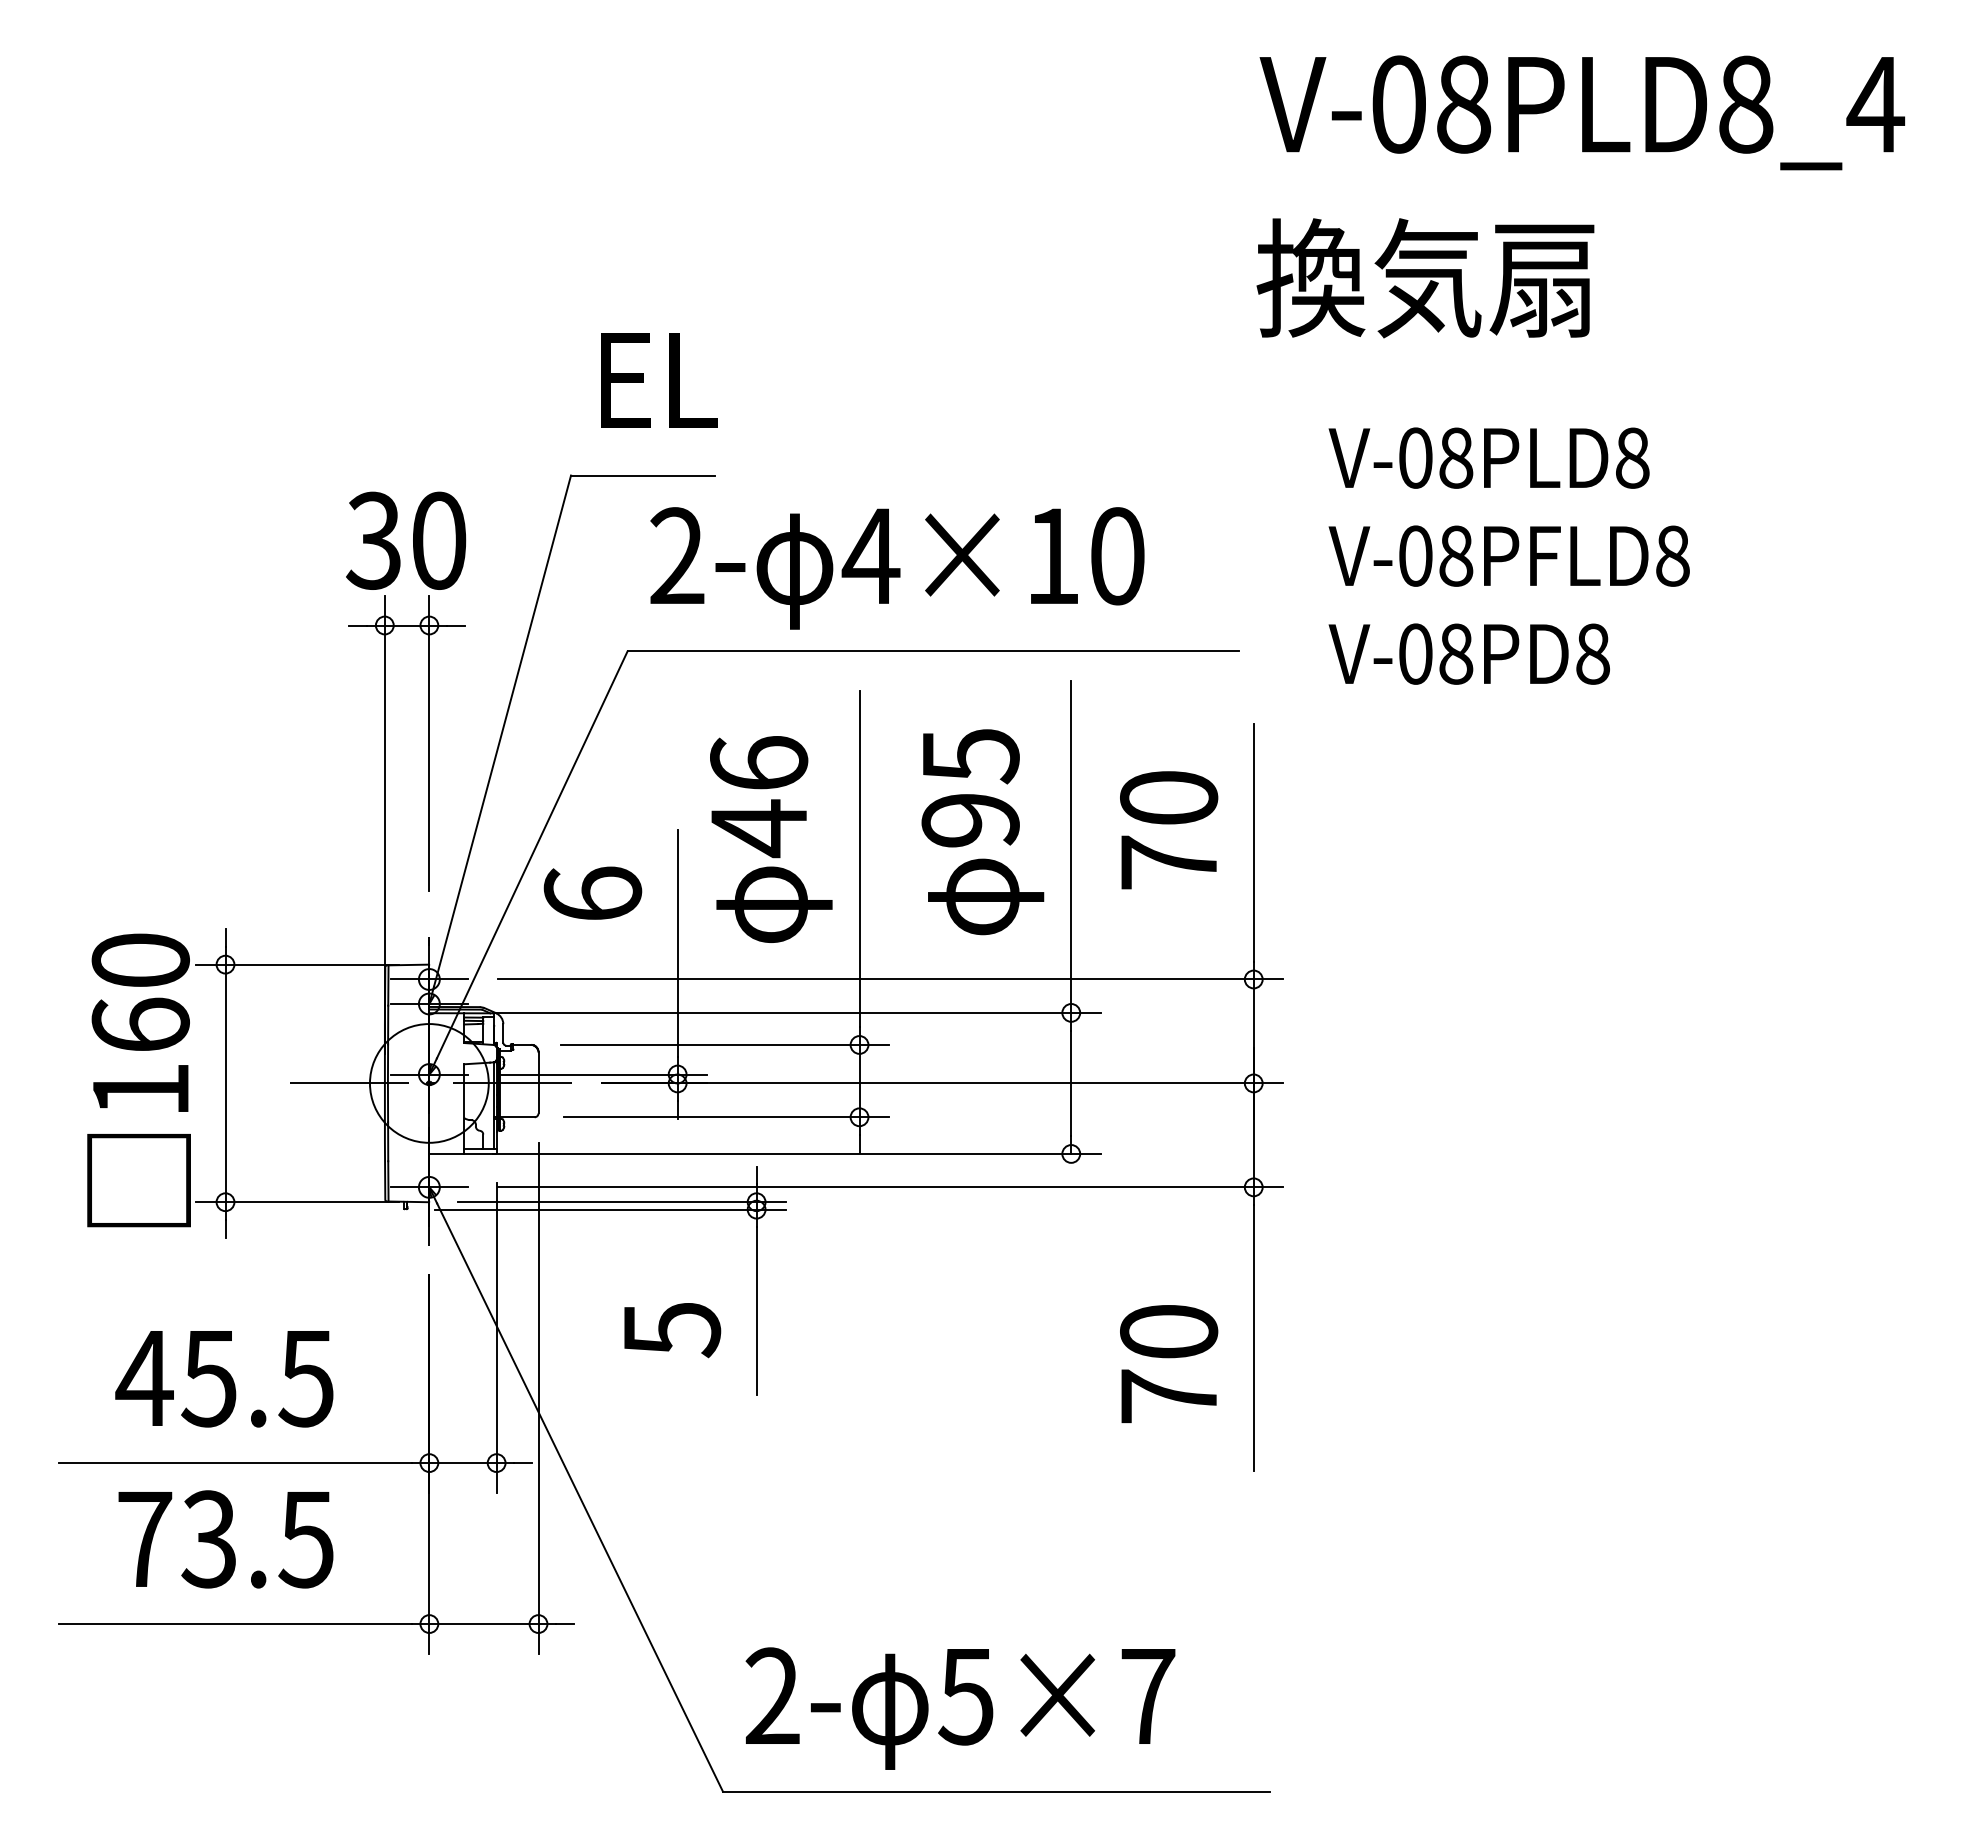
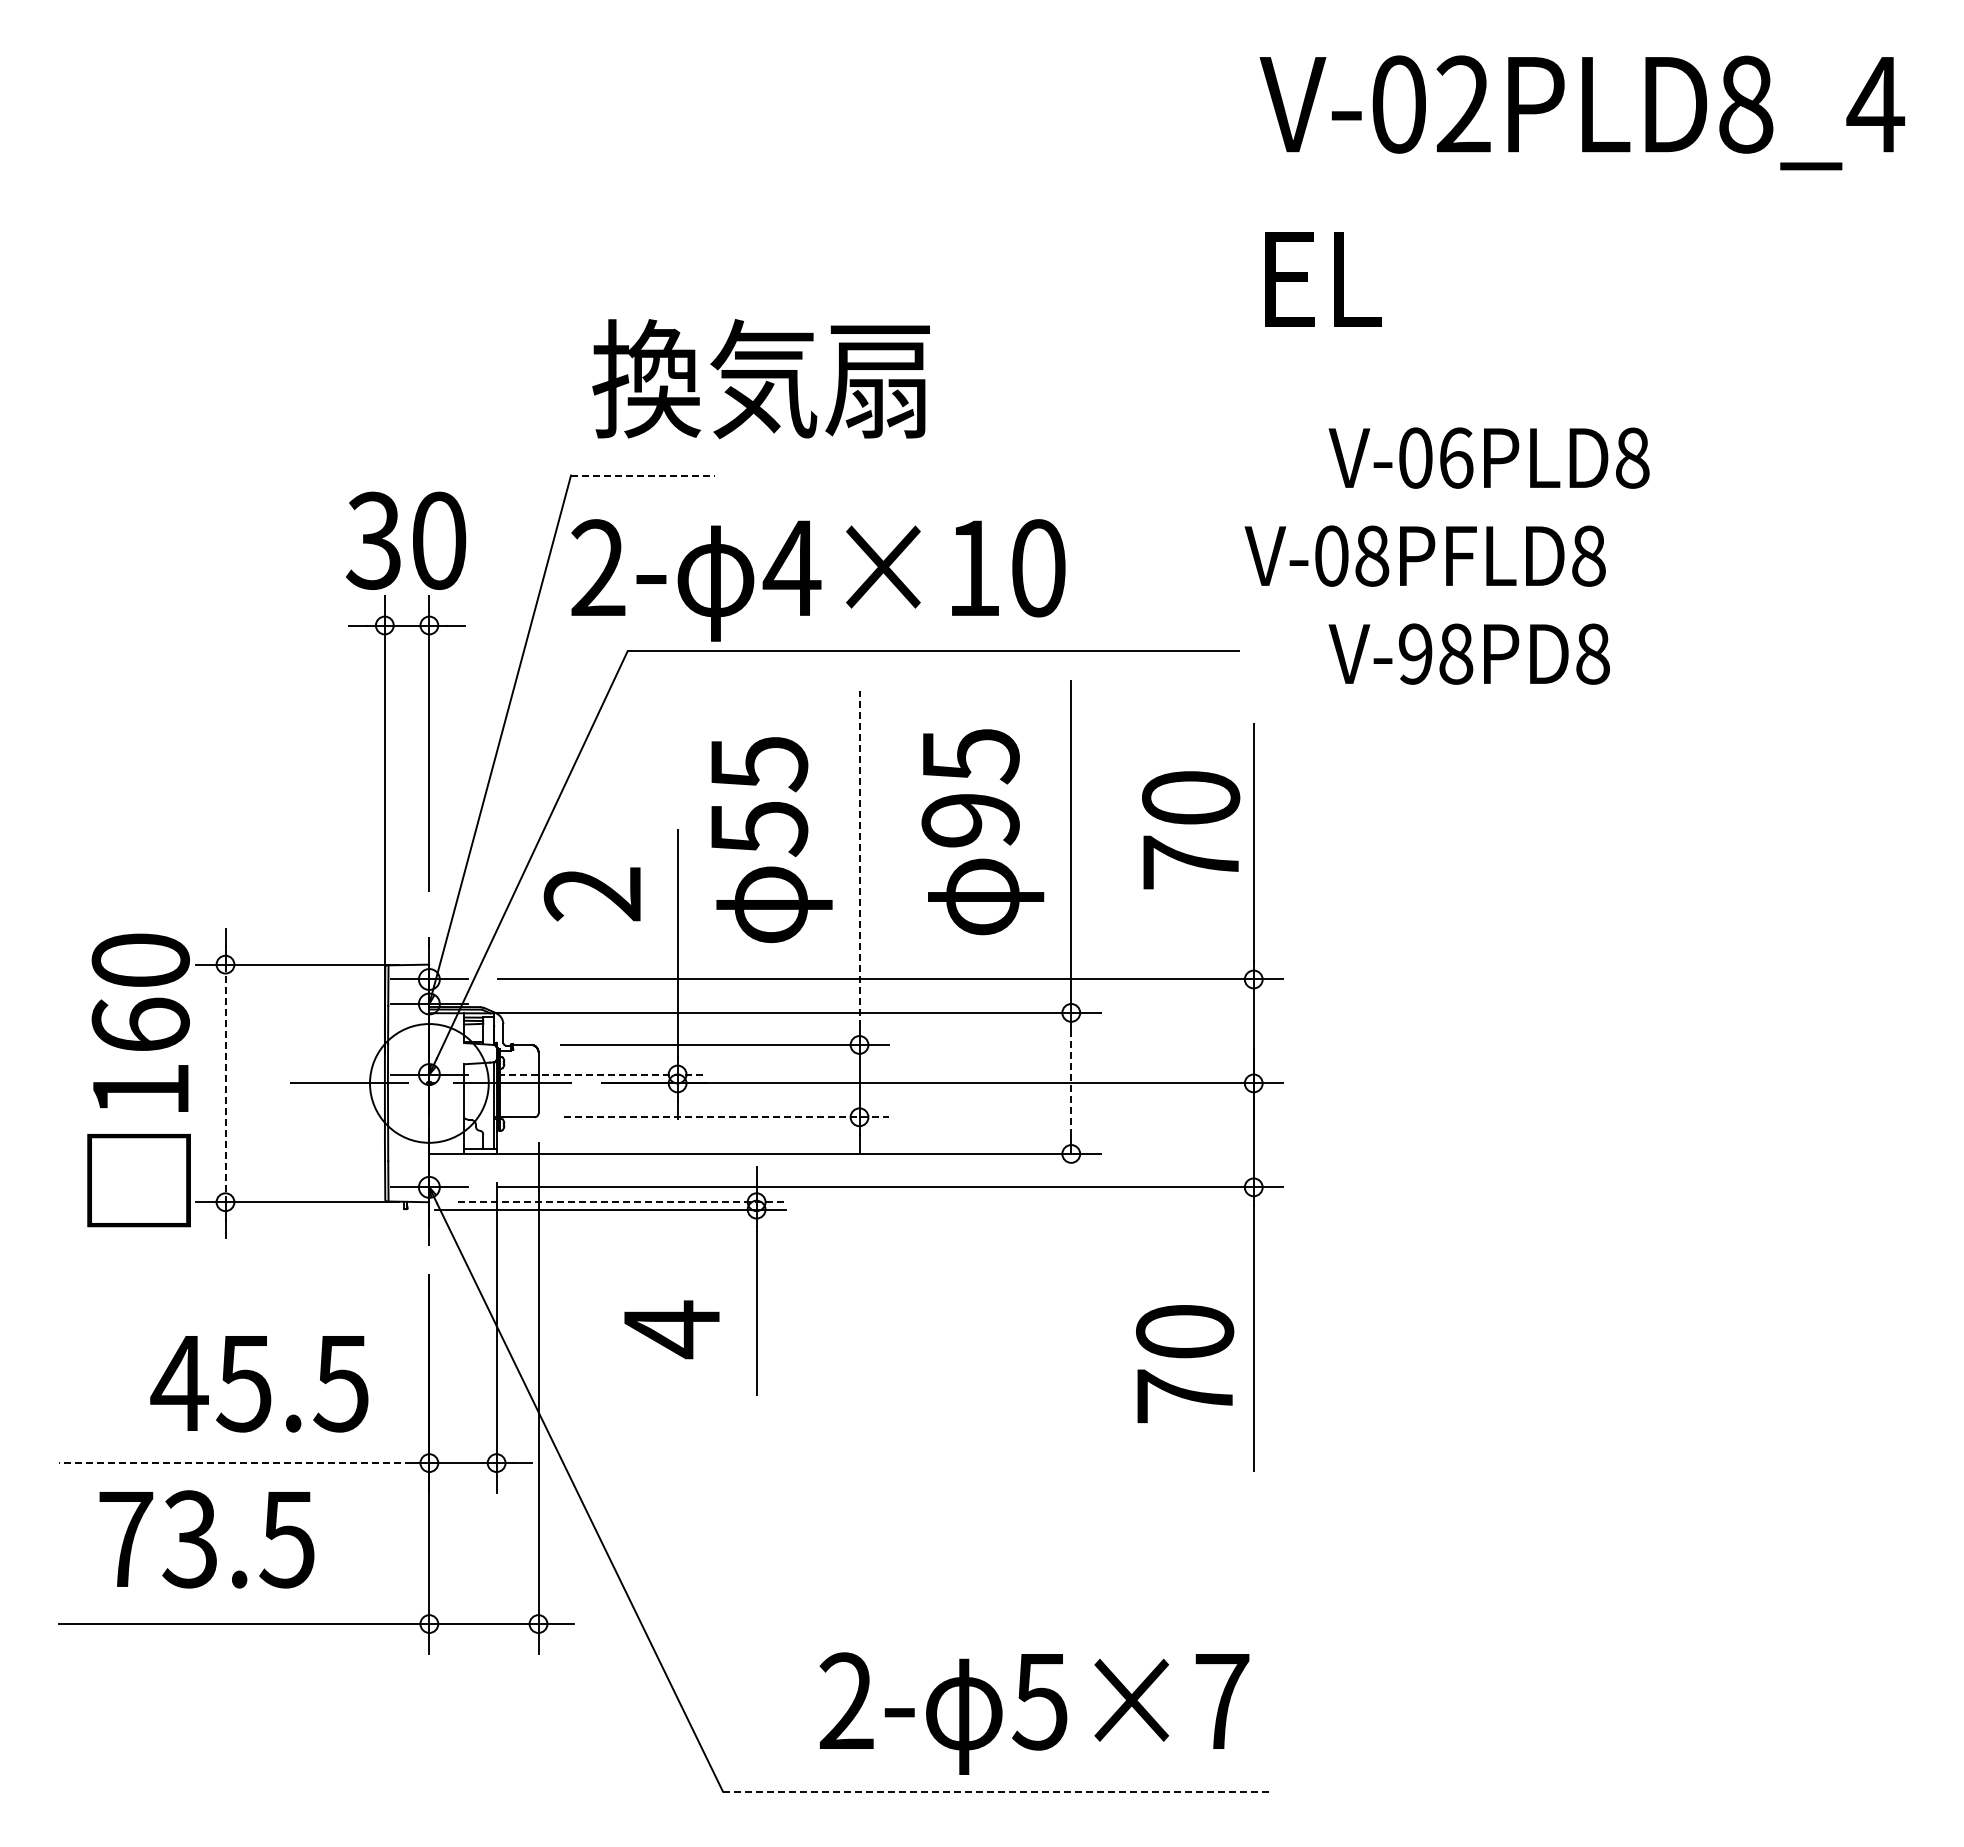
text at (1463, 104): V-08PLD8_4 -> V-02PLD8_4
text at (1425, 278): 換気扇 -> EL
text at (760, 379): EL -> 換気扇
text at (1456, 457): V-08PLD8 -> V-06PLD8
line at (643, 475): solid -> dashed
text at (1508, 555) position: (1508, 555) -> (1424, 555)
text at (897, 568) position: (897, 568) -> (818, 580)
text at (1415, 653): V-08PD8 -> V-98PD8
text at (759, 797): 46 -> 55
text at (1169, 830) position: (1169, 830) -> (1191, 830)
line at (859, 858): solid -> dashed
text at (592, 893): 6 -> 2
line at (602, 1074): solid -> dashed
line at (225, 1083): solid -> dashed
line at (1071, 1083): solid -> dashed
line at (727, 1117): solid -> dashed
line at (622, 1202): solid -> dashed
text at (672, 1329): 5 -> 4
text at (1169, 1363) position: (1169, 1363) -> (1185, 1363)
text at (224, 1379) position: (224, 1379) -> (259, 1384)
line at (234, 1463): solid -> dashed
text at (225, 1539) position: (225, 1539) -> (206, 1539)
text at (960, 1708) position: (960, 1708) -> (1034, 1713)
line at (996, 1791): solid -> dashed
